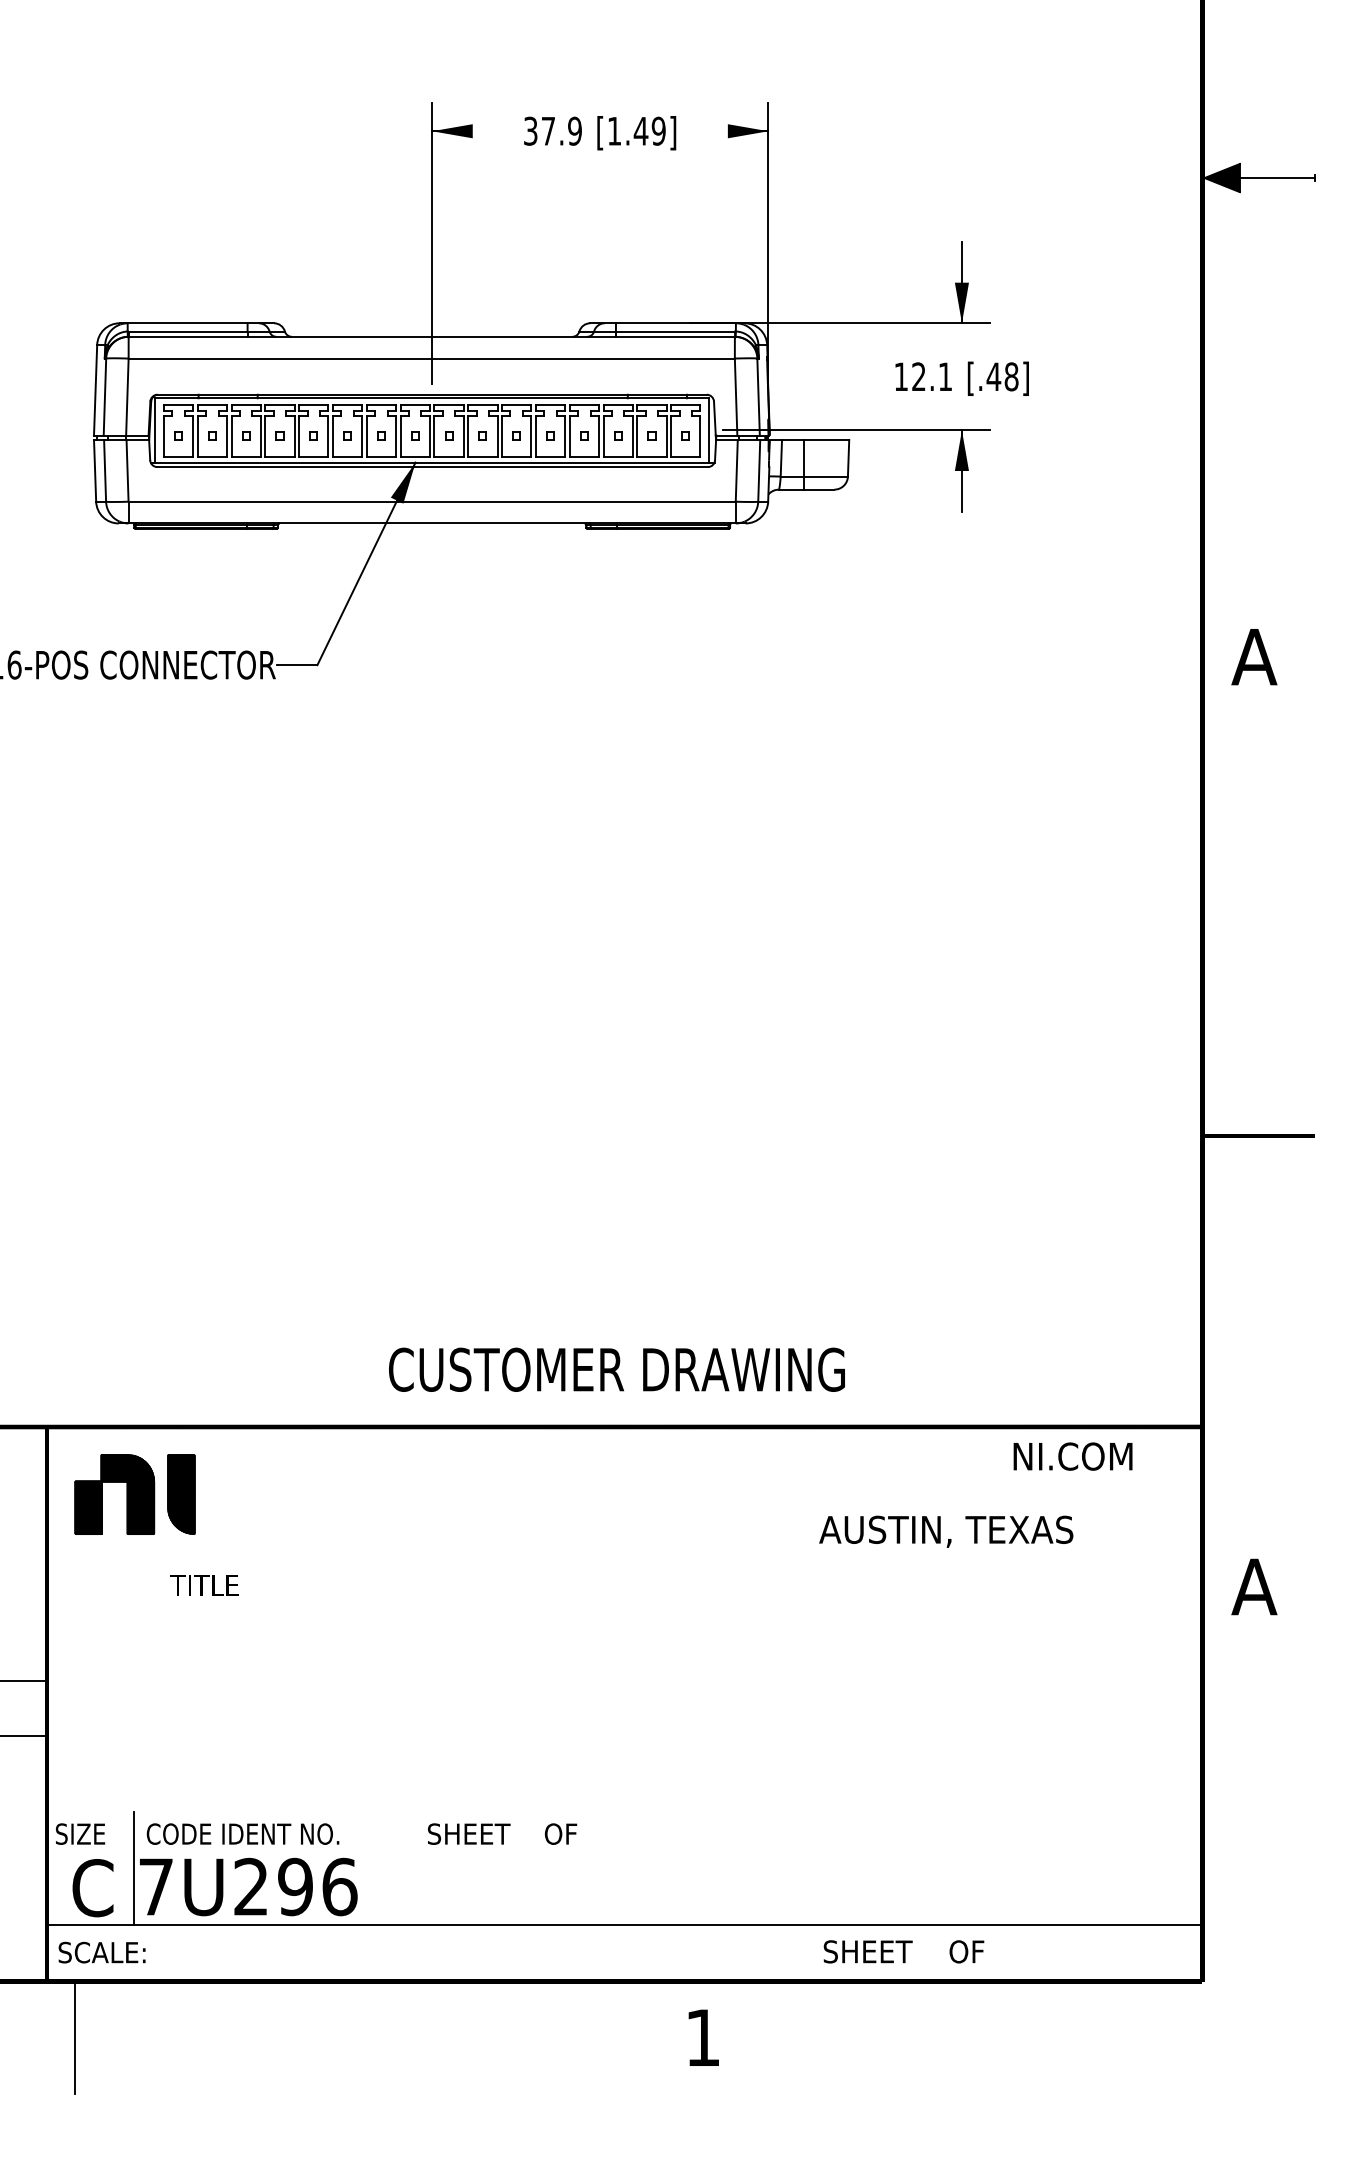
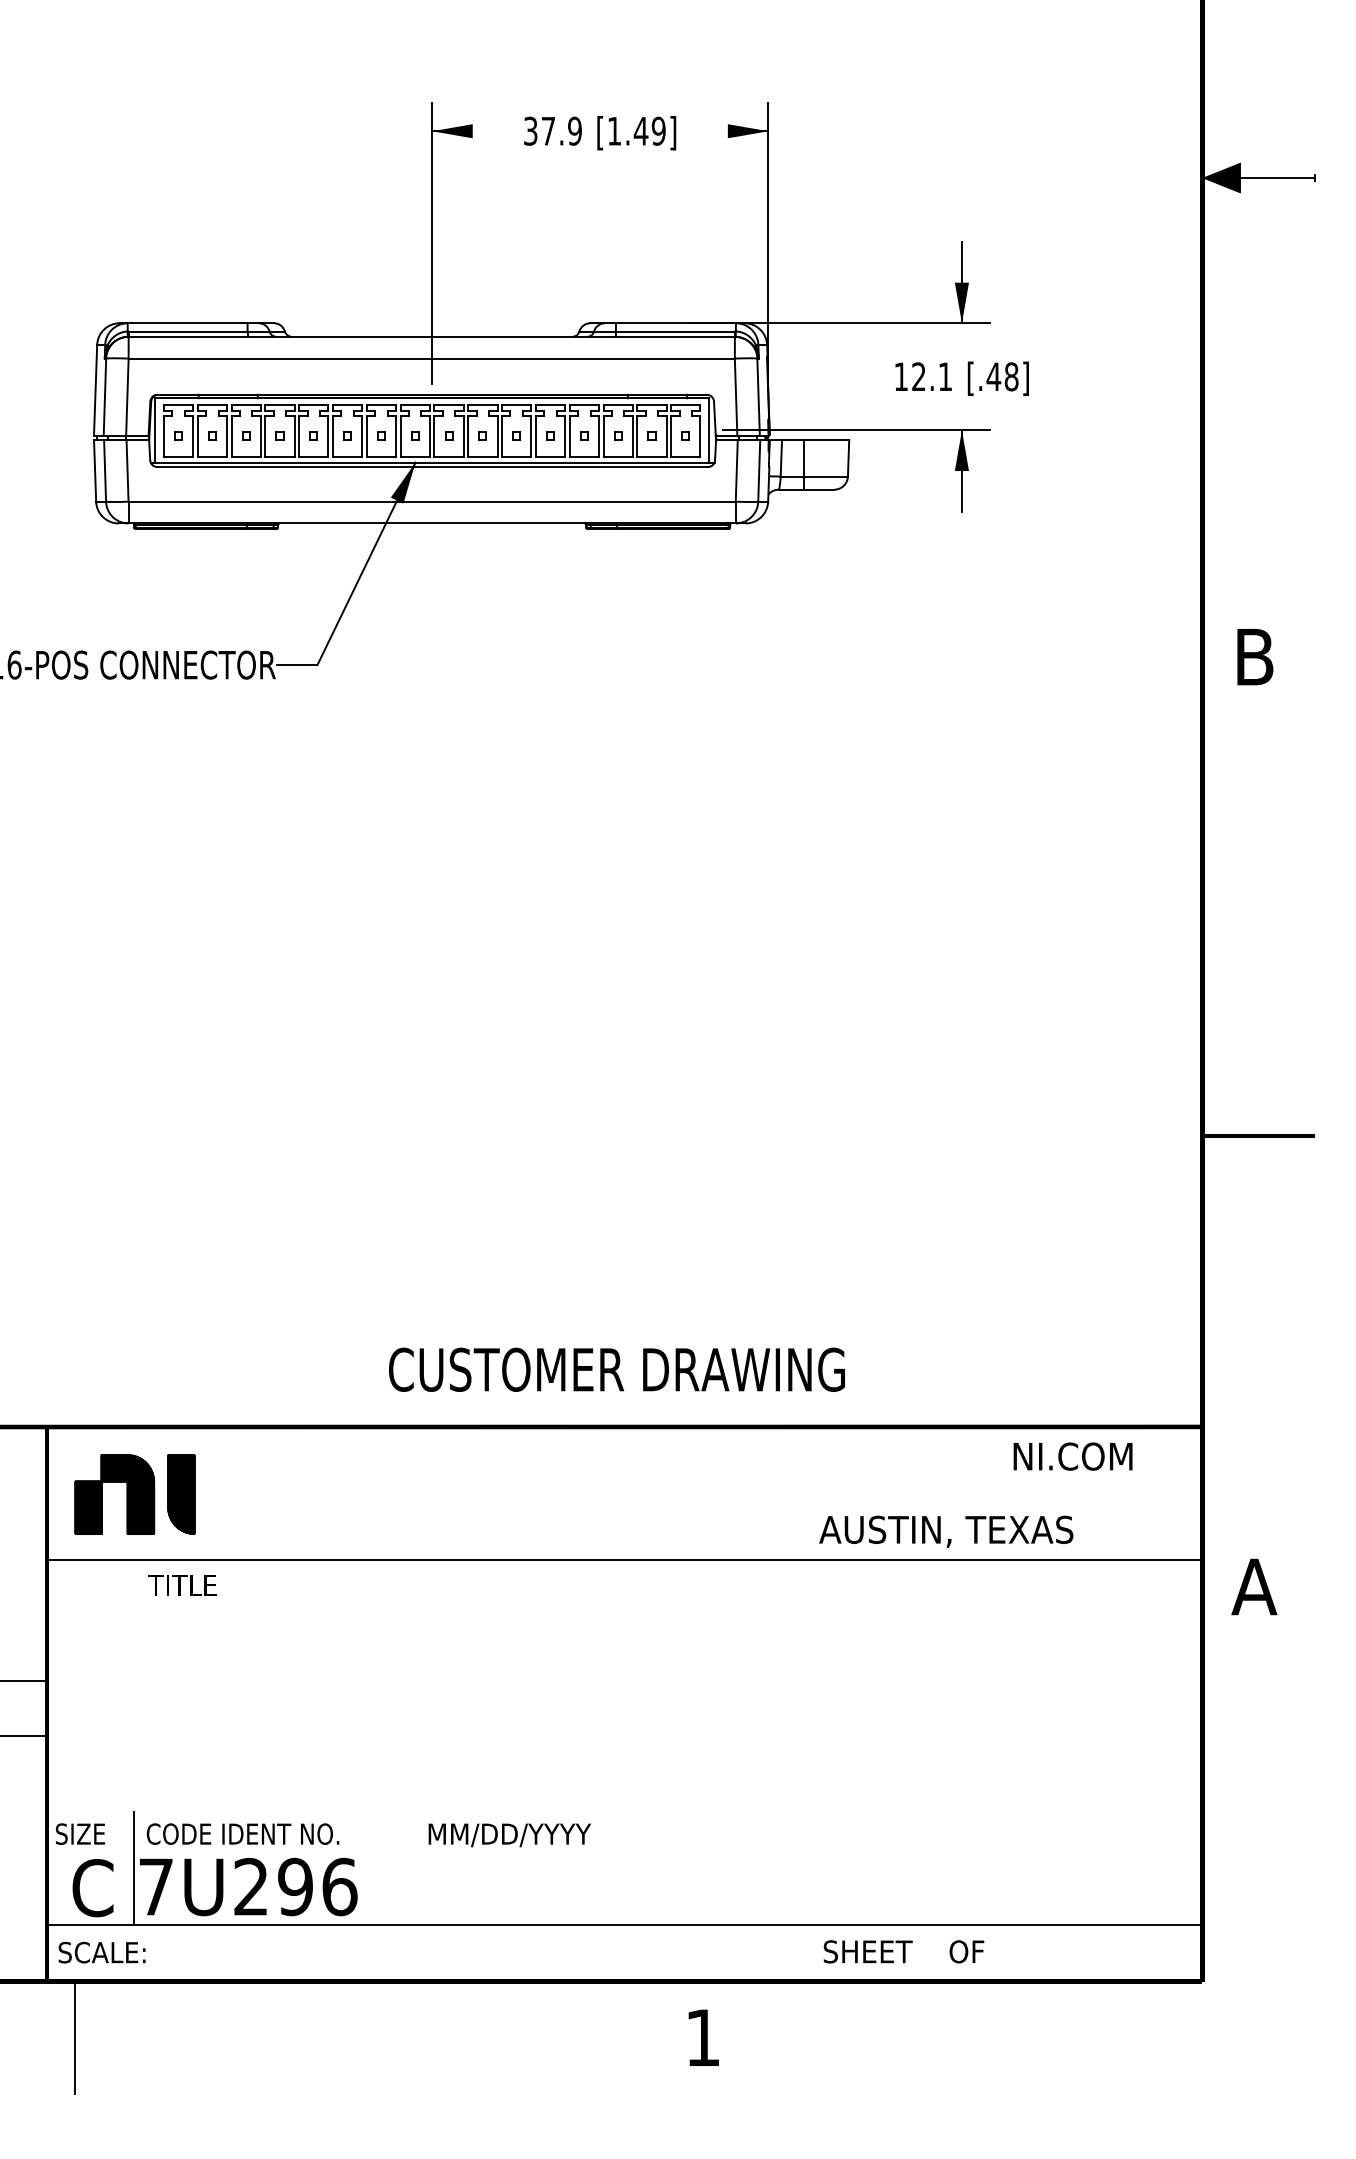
text at (1254, 657): A -> B
line at (624, 1559): none -> present
text at (204, 1585) position: (204, 1585) -> (182, 1585)
text at (508, 1835): SHEET    OF -> MM/DD/YYYY
